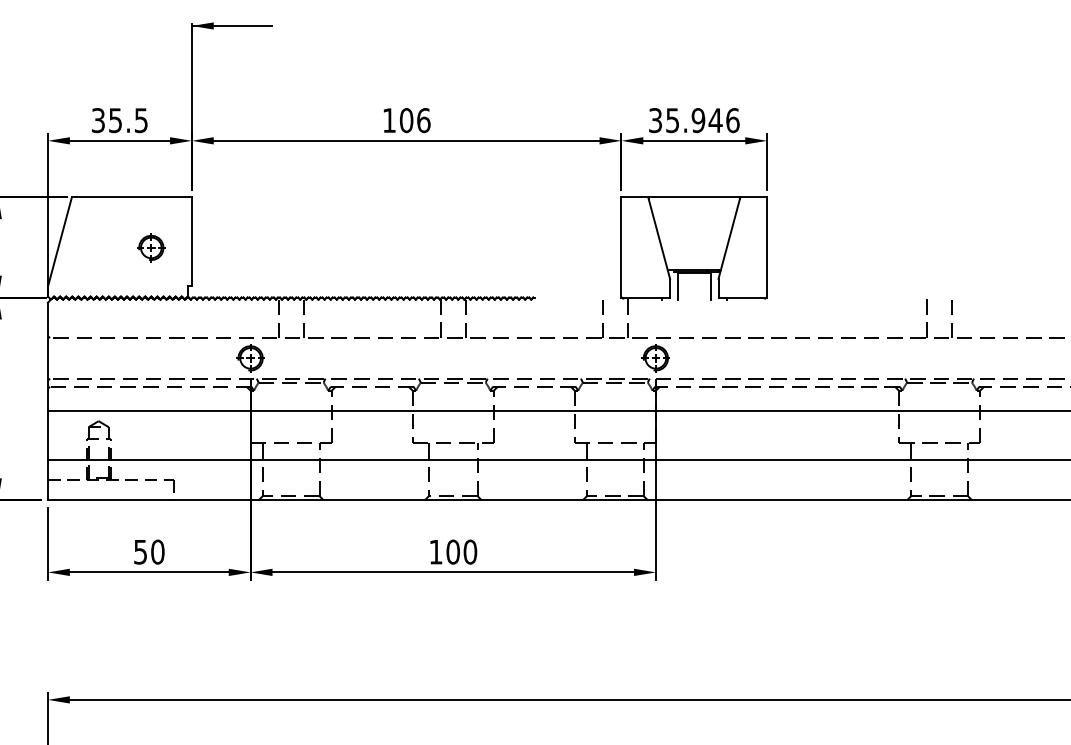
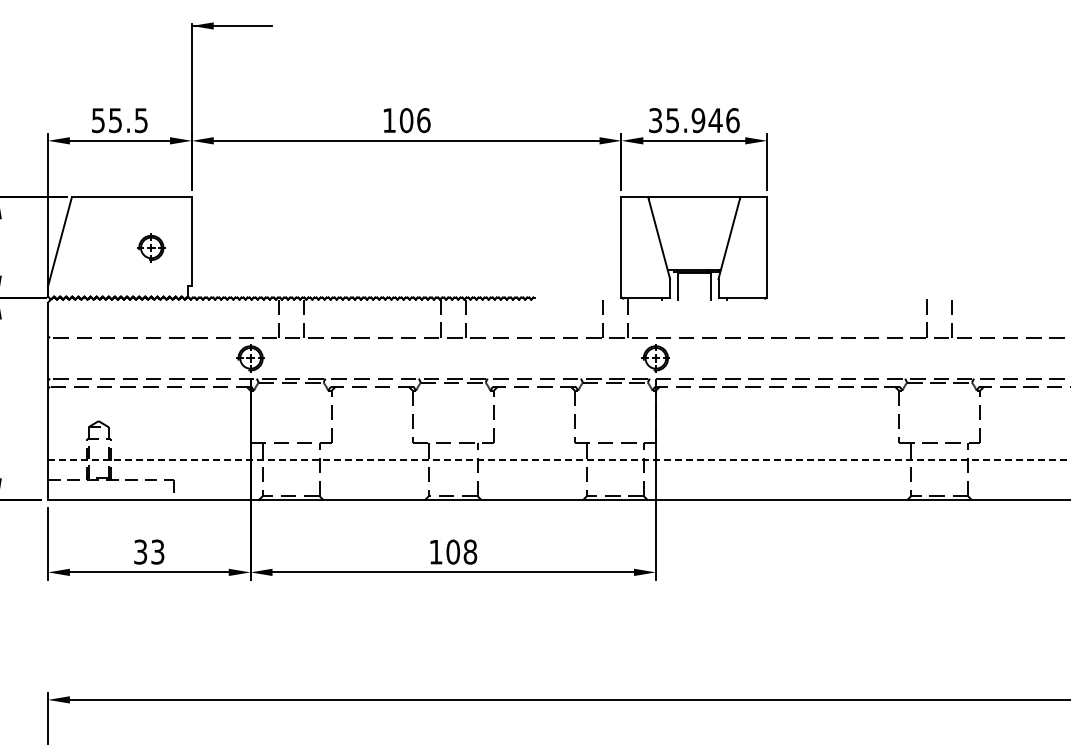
text at (98, 120): 35.5 -> 55.5
line at (557, 411): present -> none
line at (559, 459): solid -> dashed
text at (149, 551): 50 -> 33
text at (470, 552): 100 -> 108
